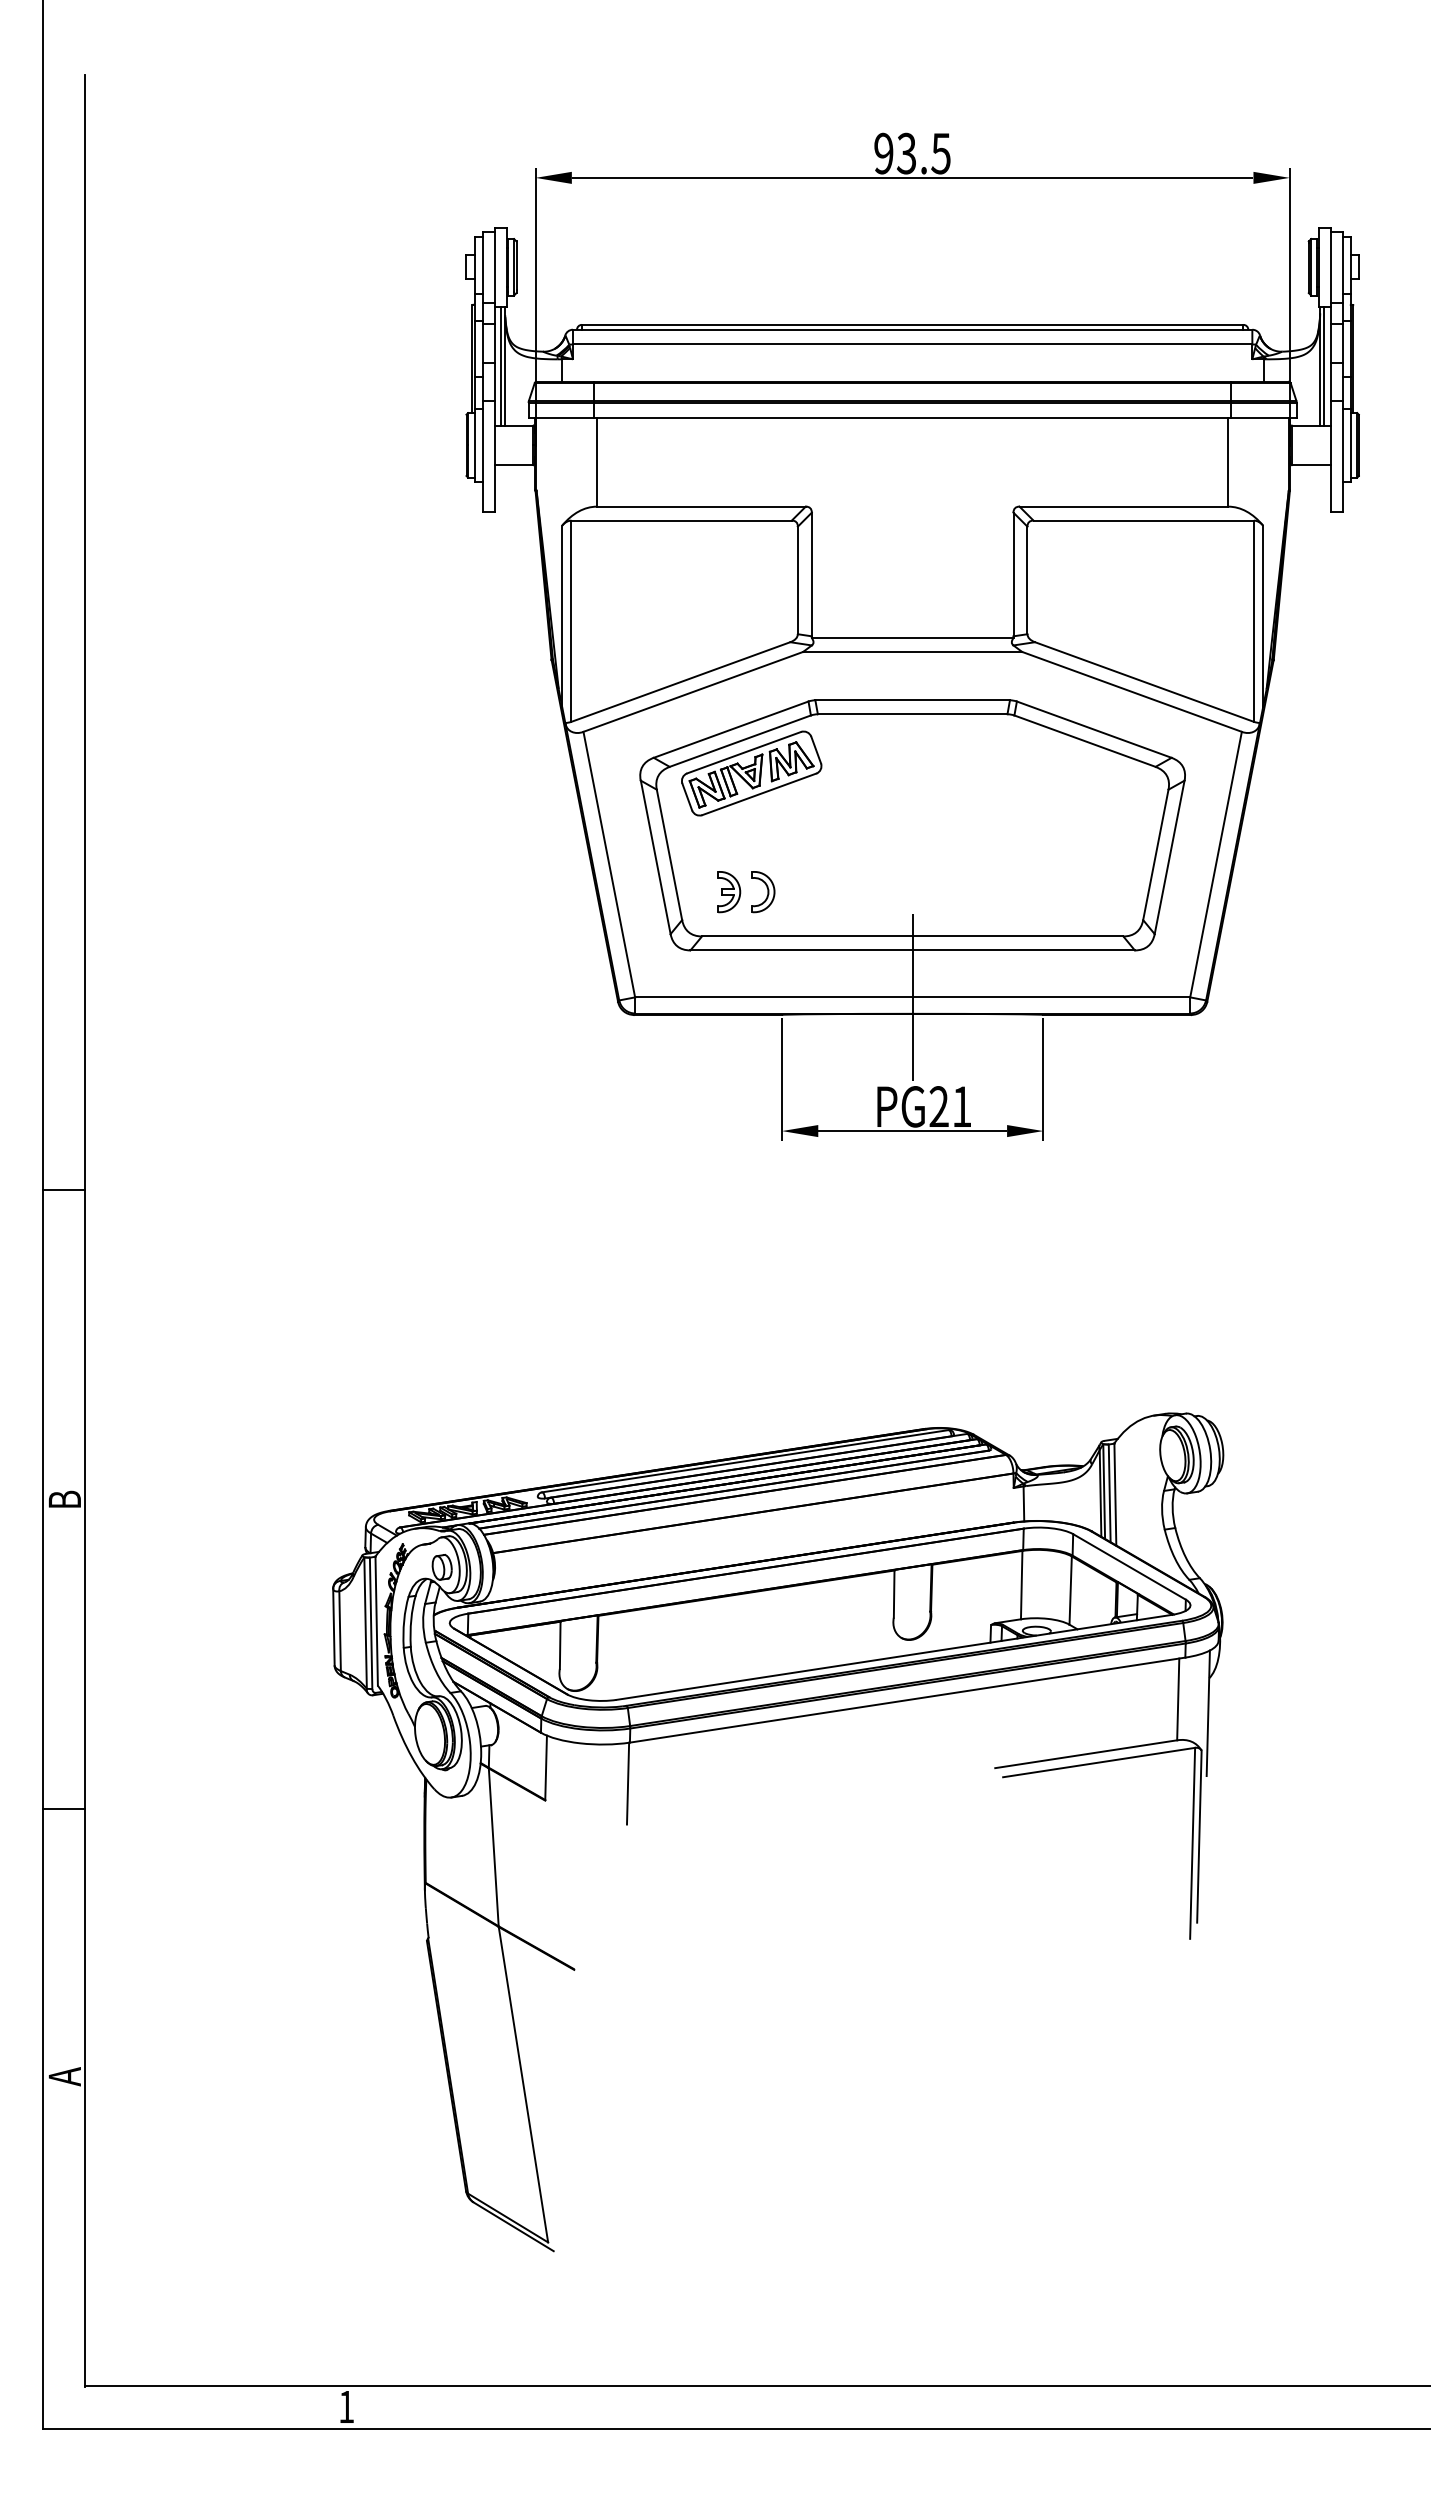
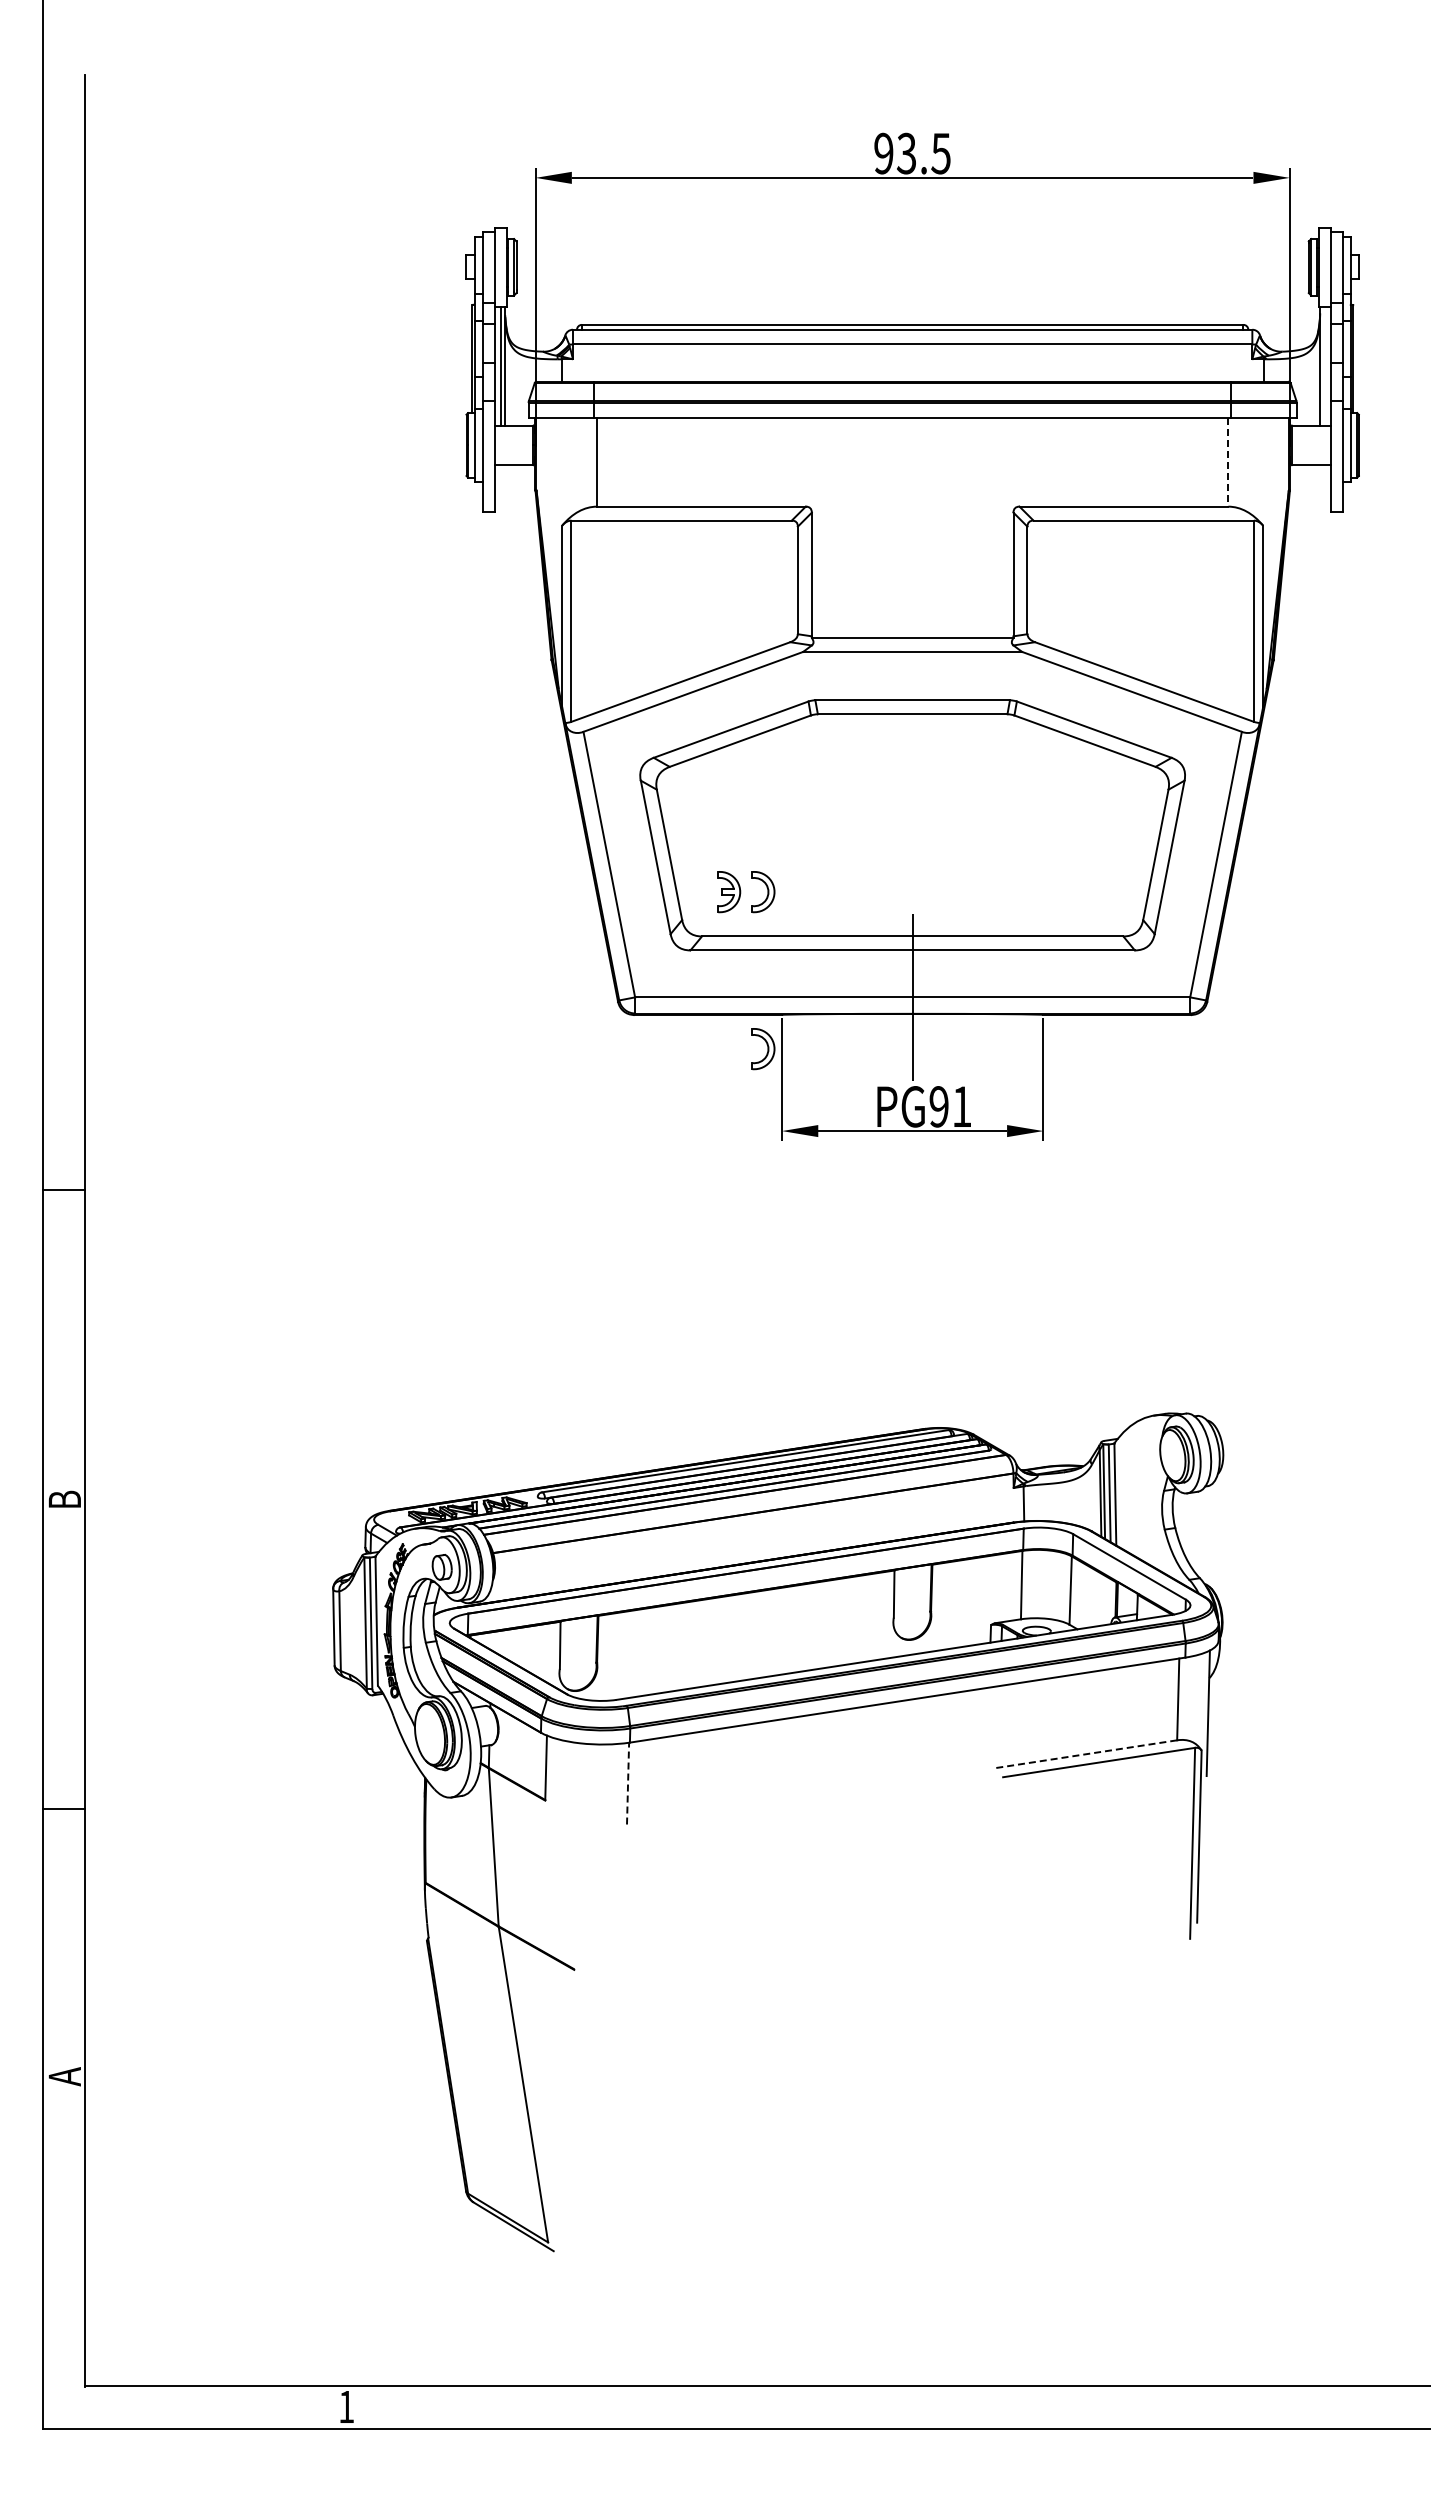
line at (1324, 365): present -> none
line at (1228, 462): solid -> dashed
part at (751, 773): present -> none
part at (763, 1049): none -> present
text at (938, 1106): PG21 -> PG91
line at (1085, 1754): solid -> dashed
line at (628, 1783): solid -> dashed
